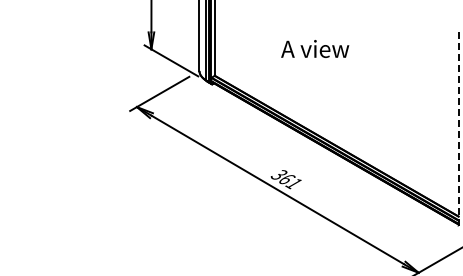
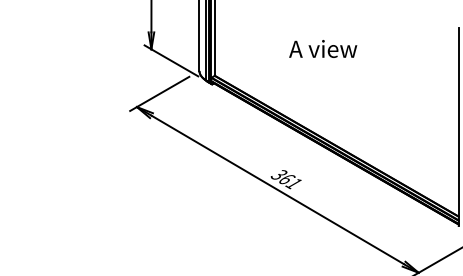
text at (315, 48) position: (315, 48) -> (323, 48)
line at (458, 126): dashed -> solid
